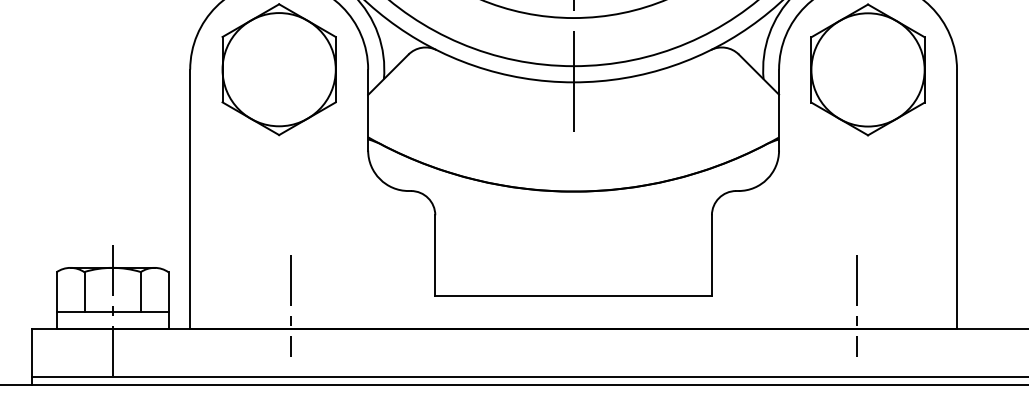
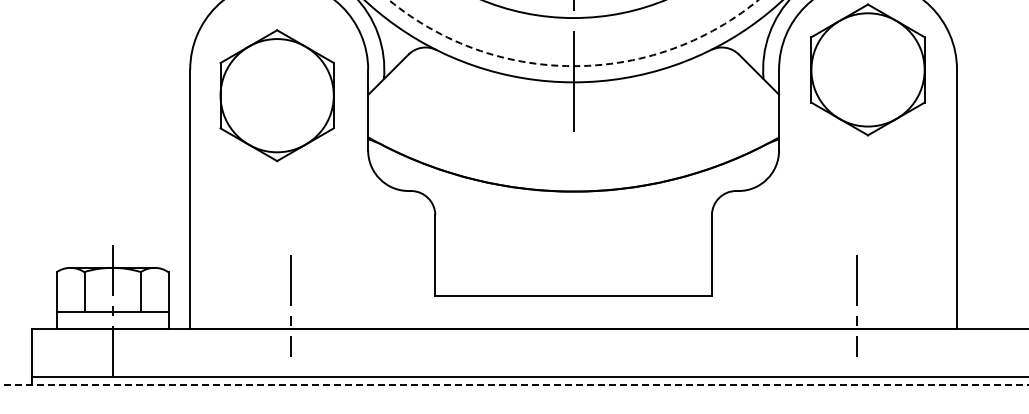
circle at (573, 33): solid -> dashed
part at (278, 69) position: (278, 69) -> (276, 95)
line at (514, 384): solid -> dashed
